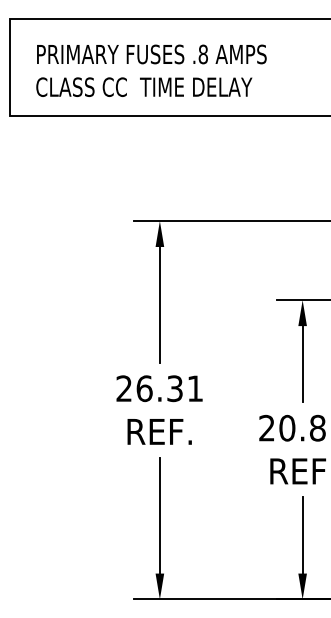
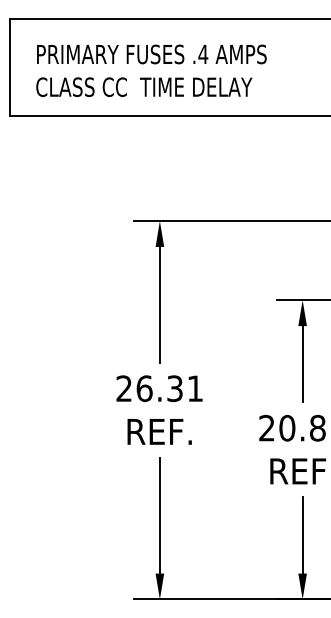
text at (203, 54): .8 -> .4
